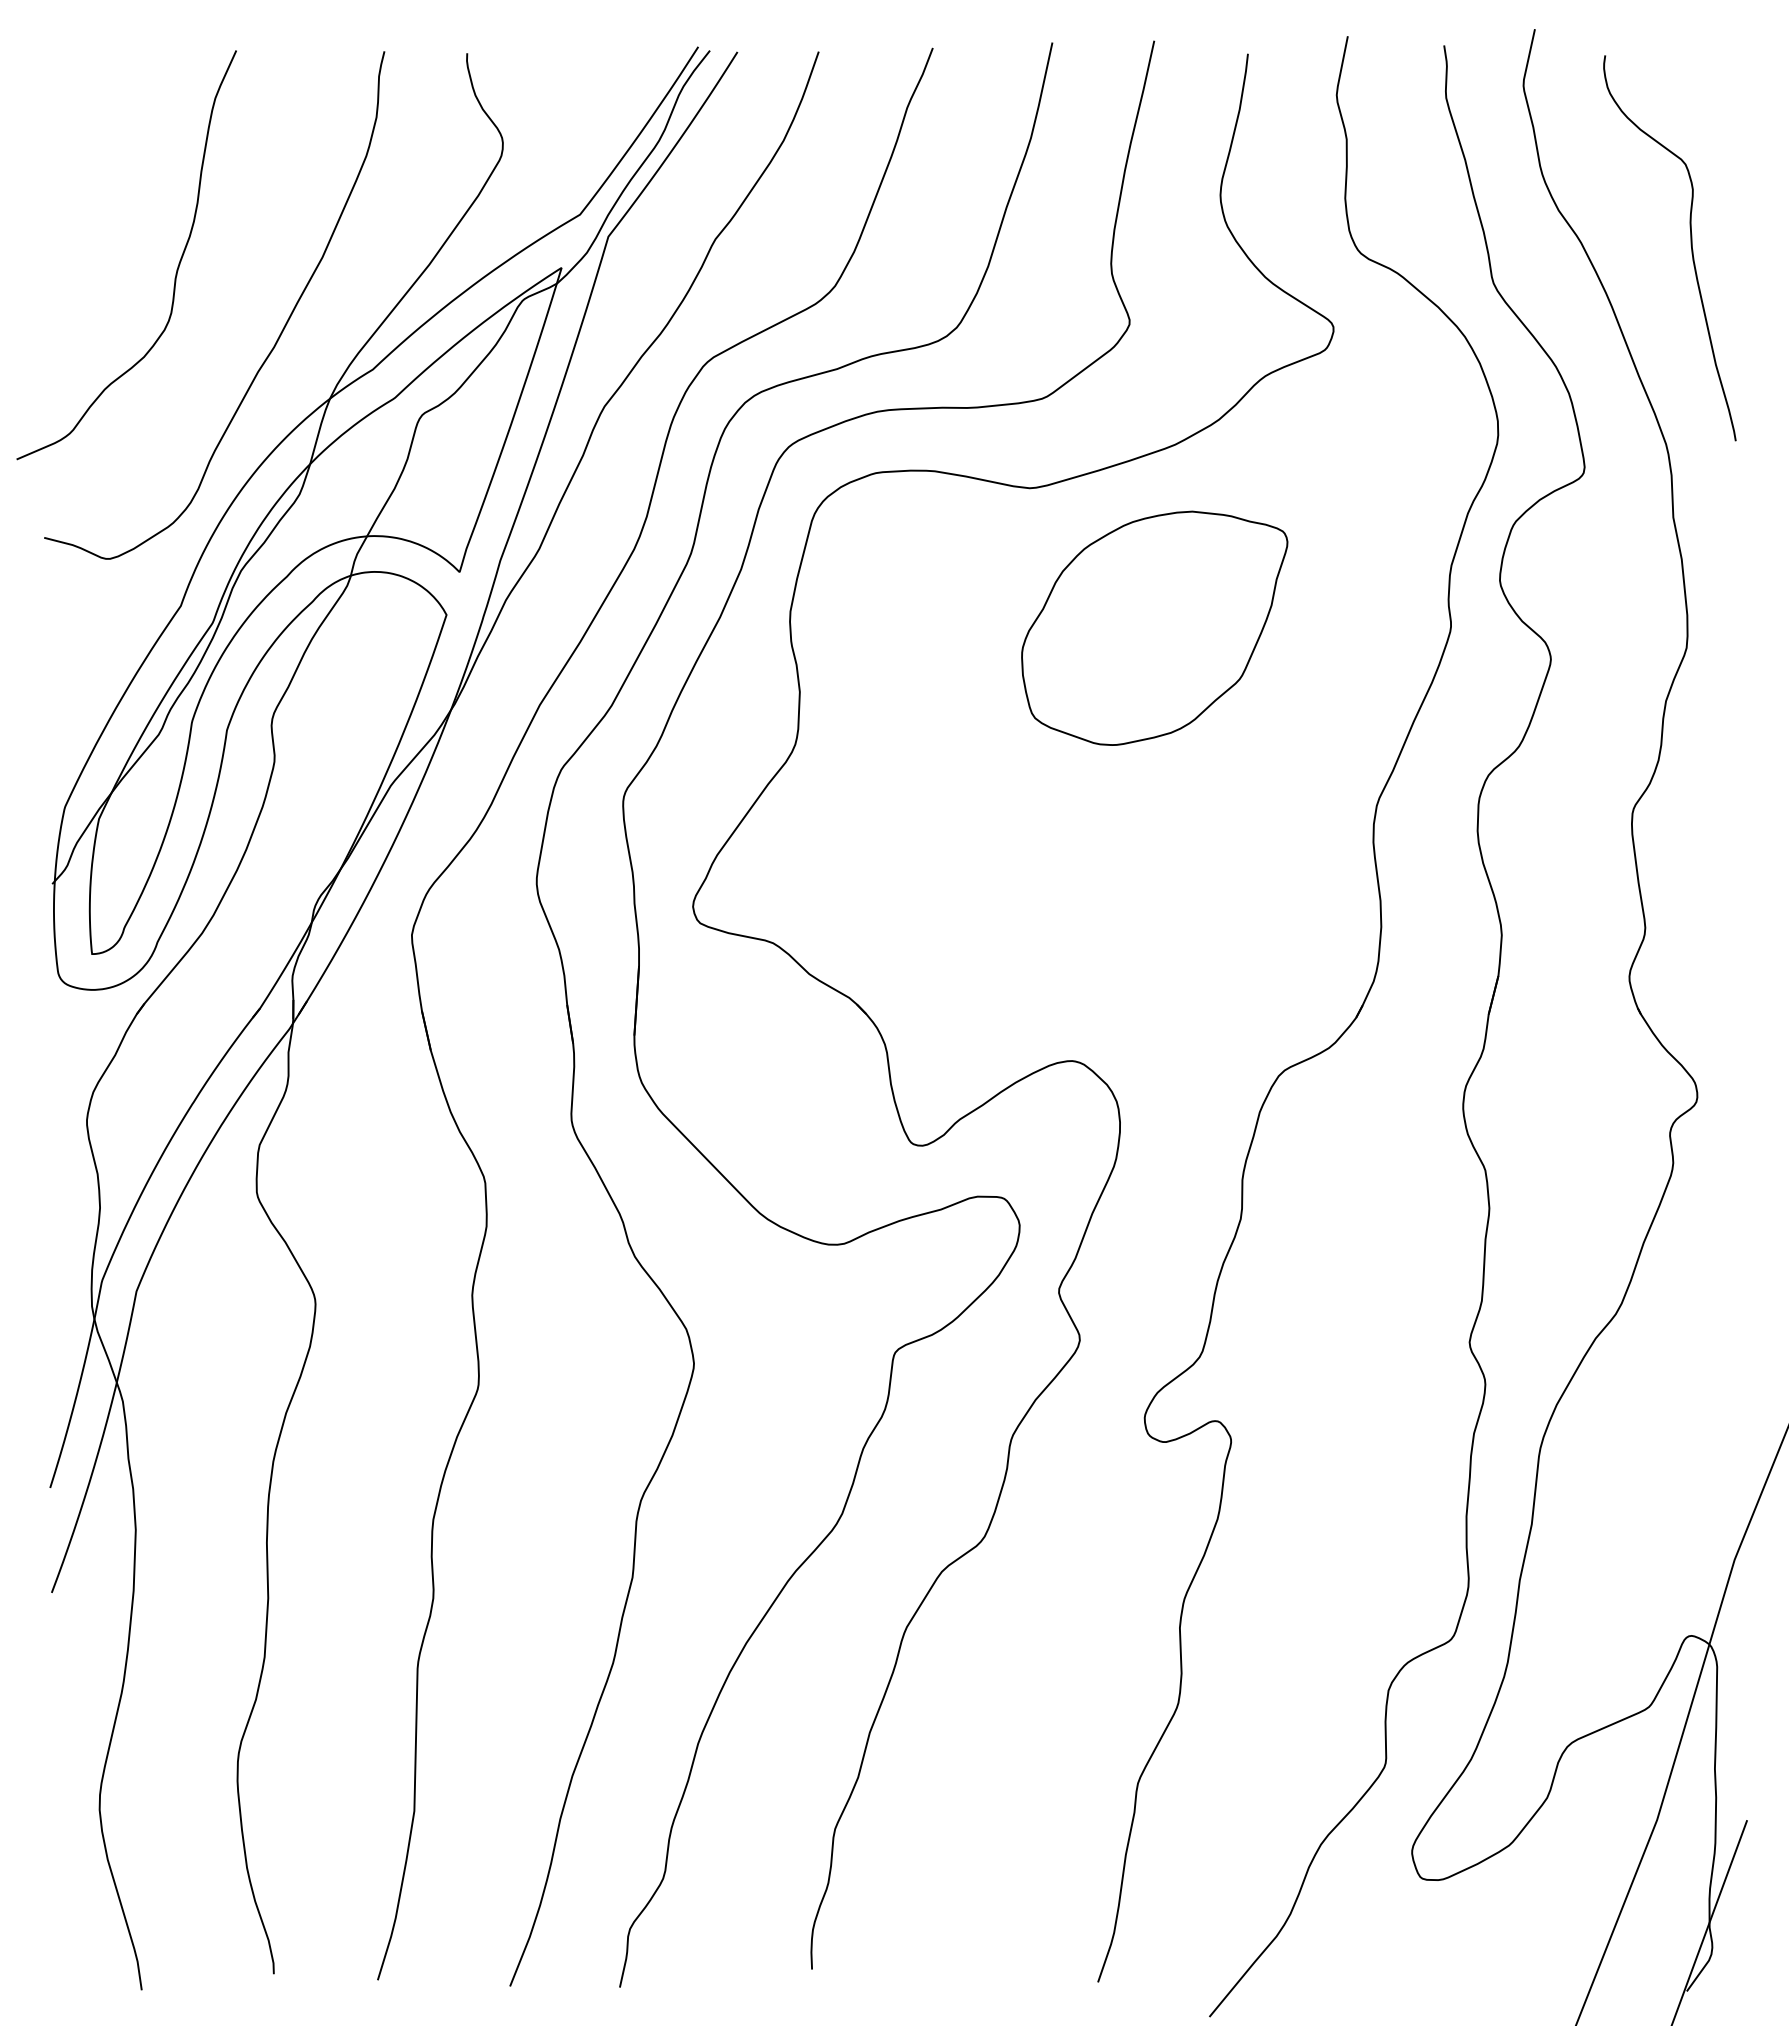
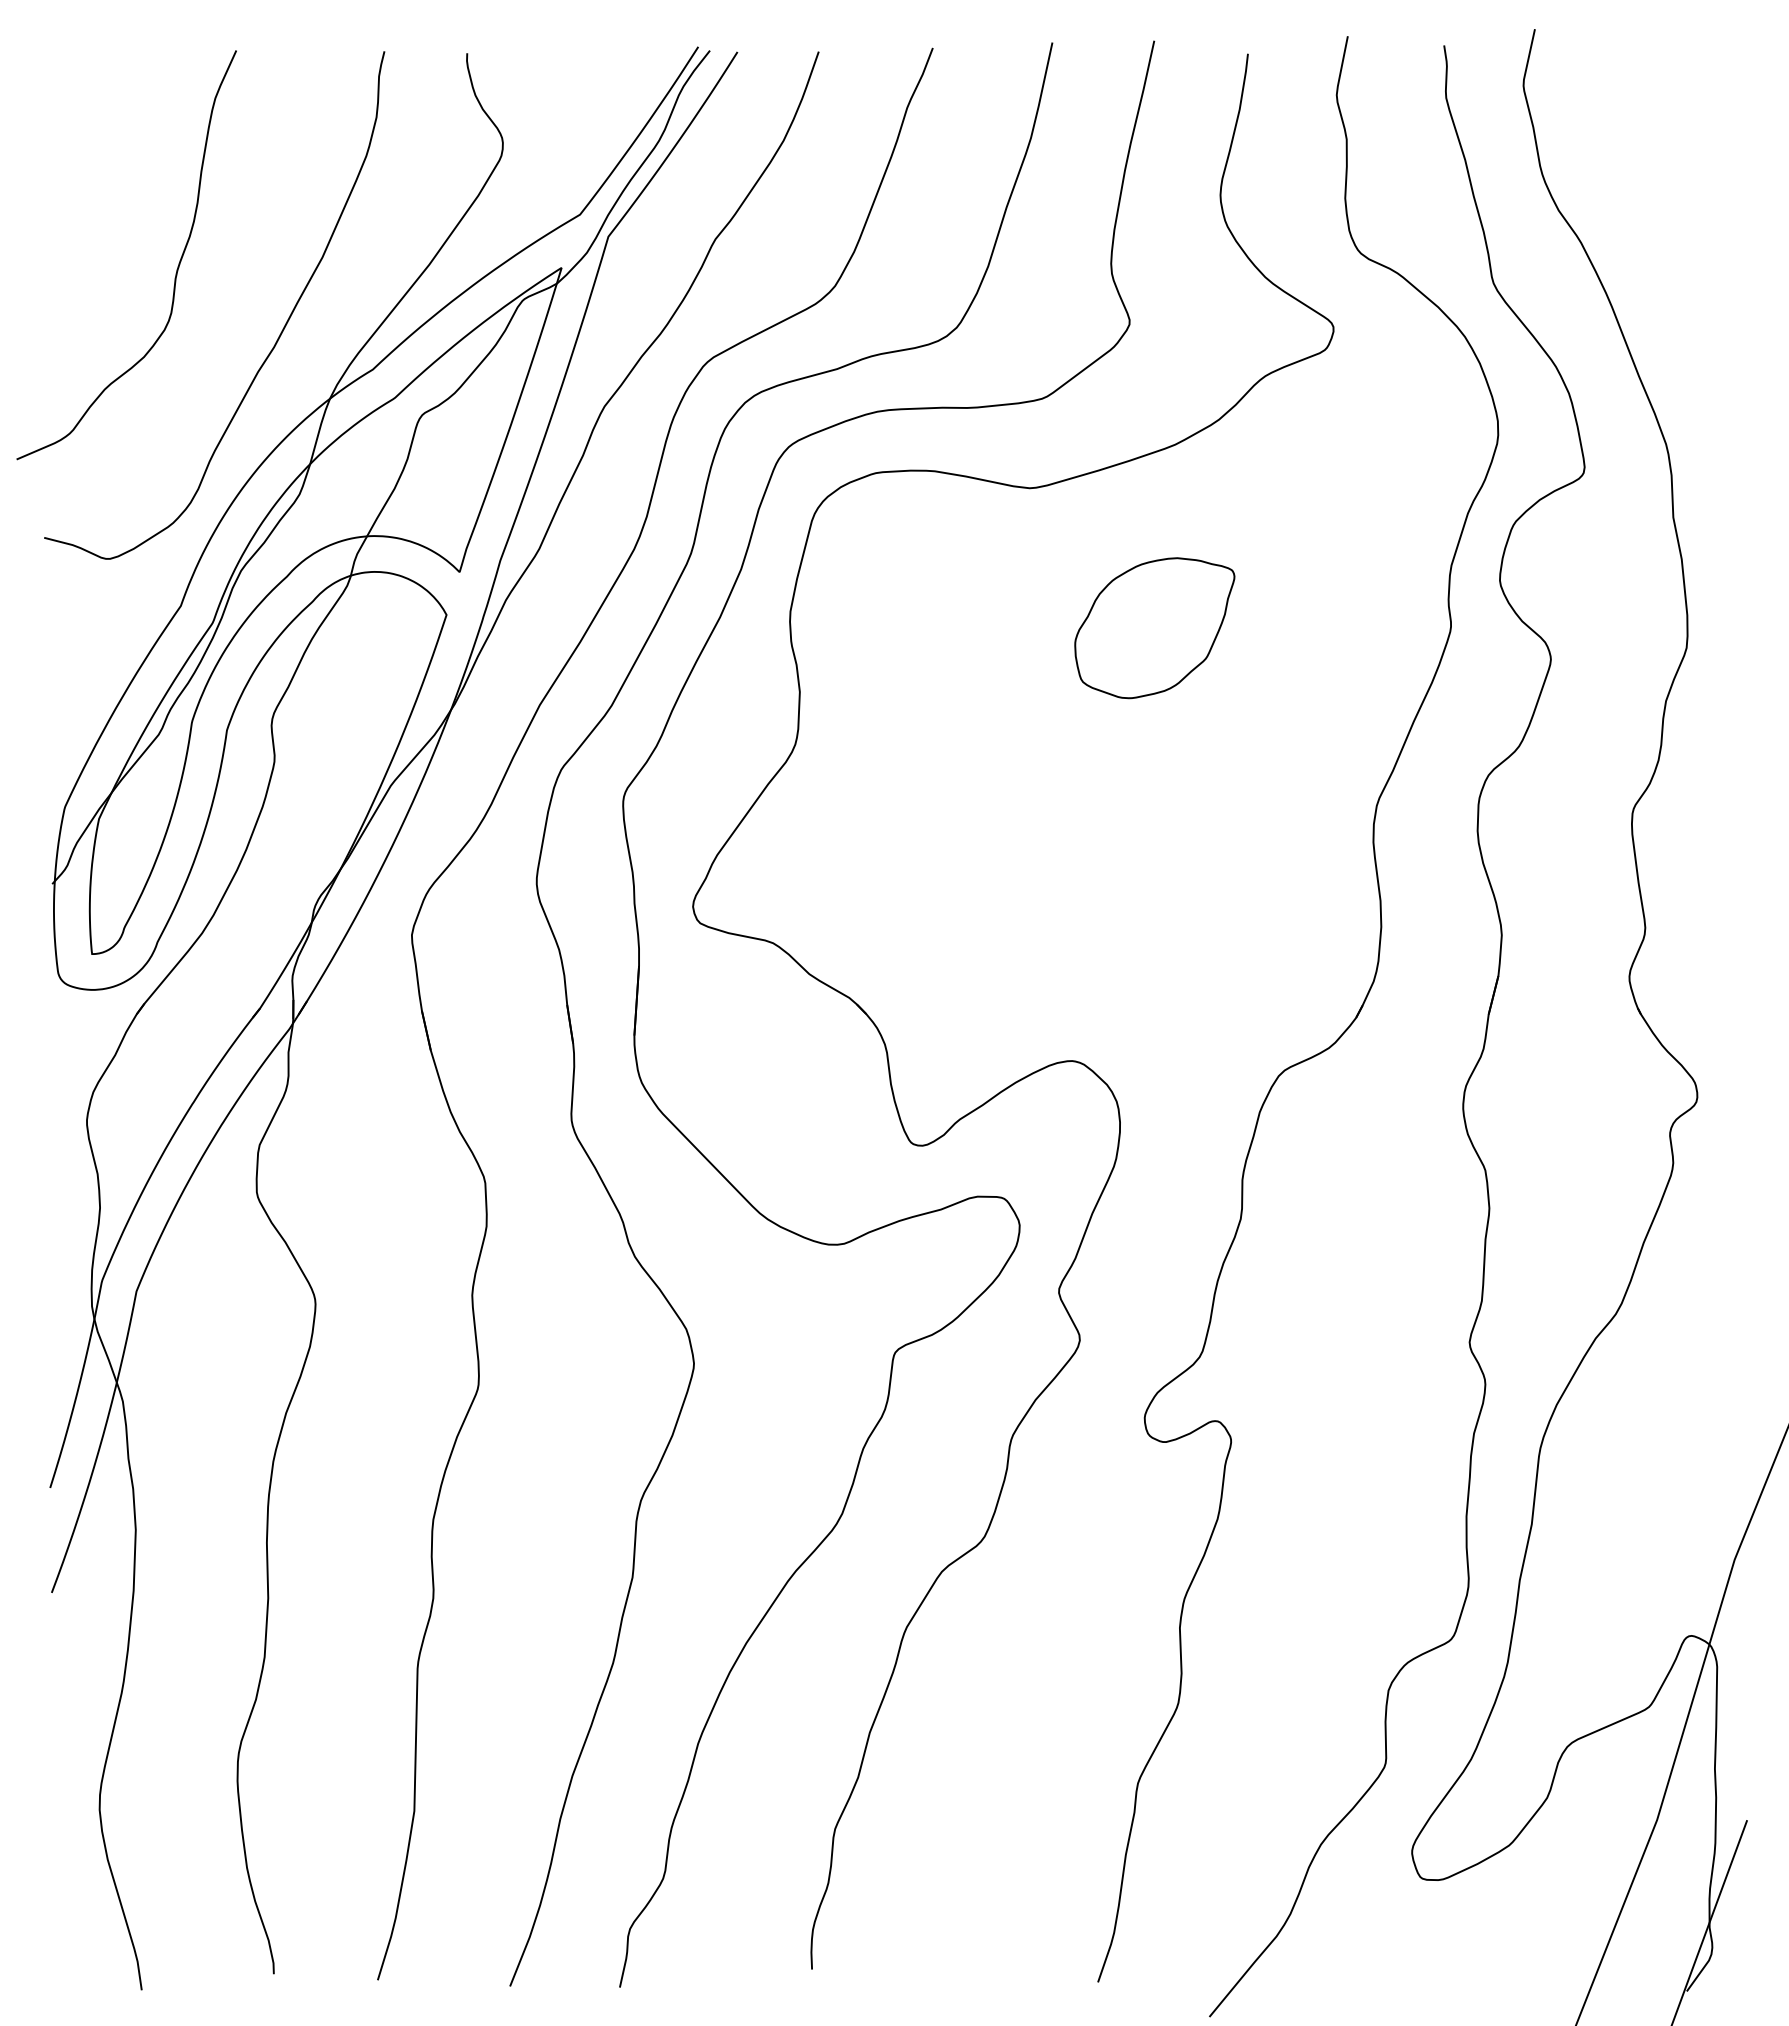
curve at (1690, 245): present -> none
part at (1154, 627) size: 268x236 px -> 162x143 px
